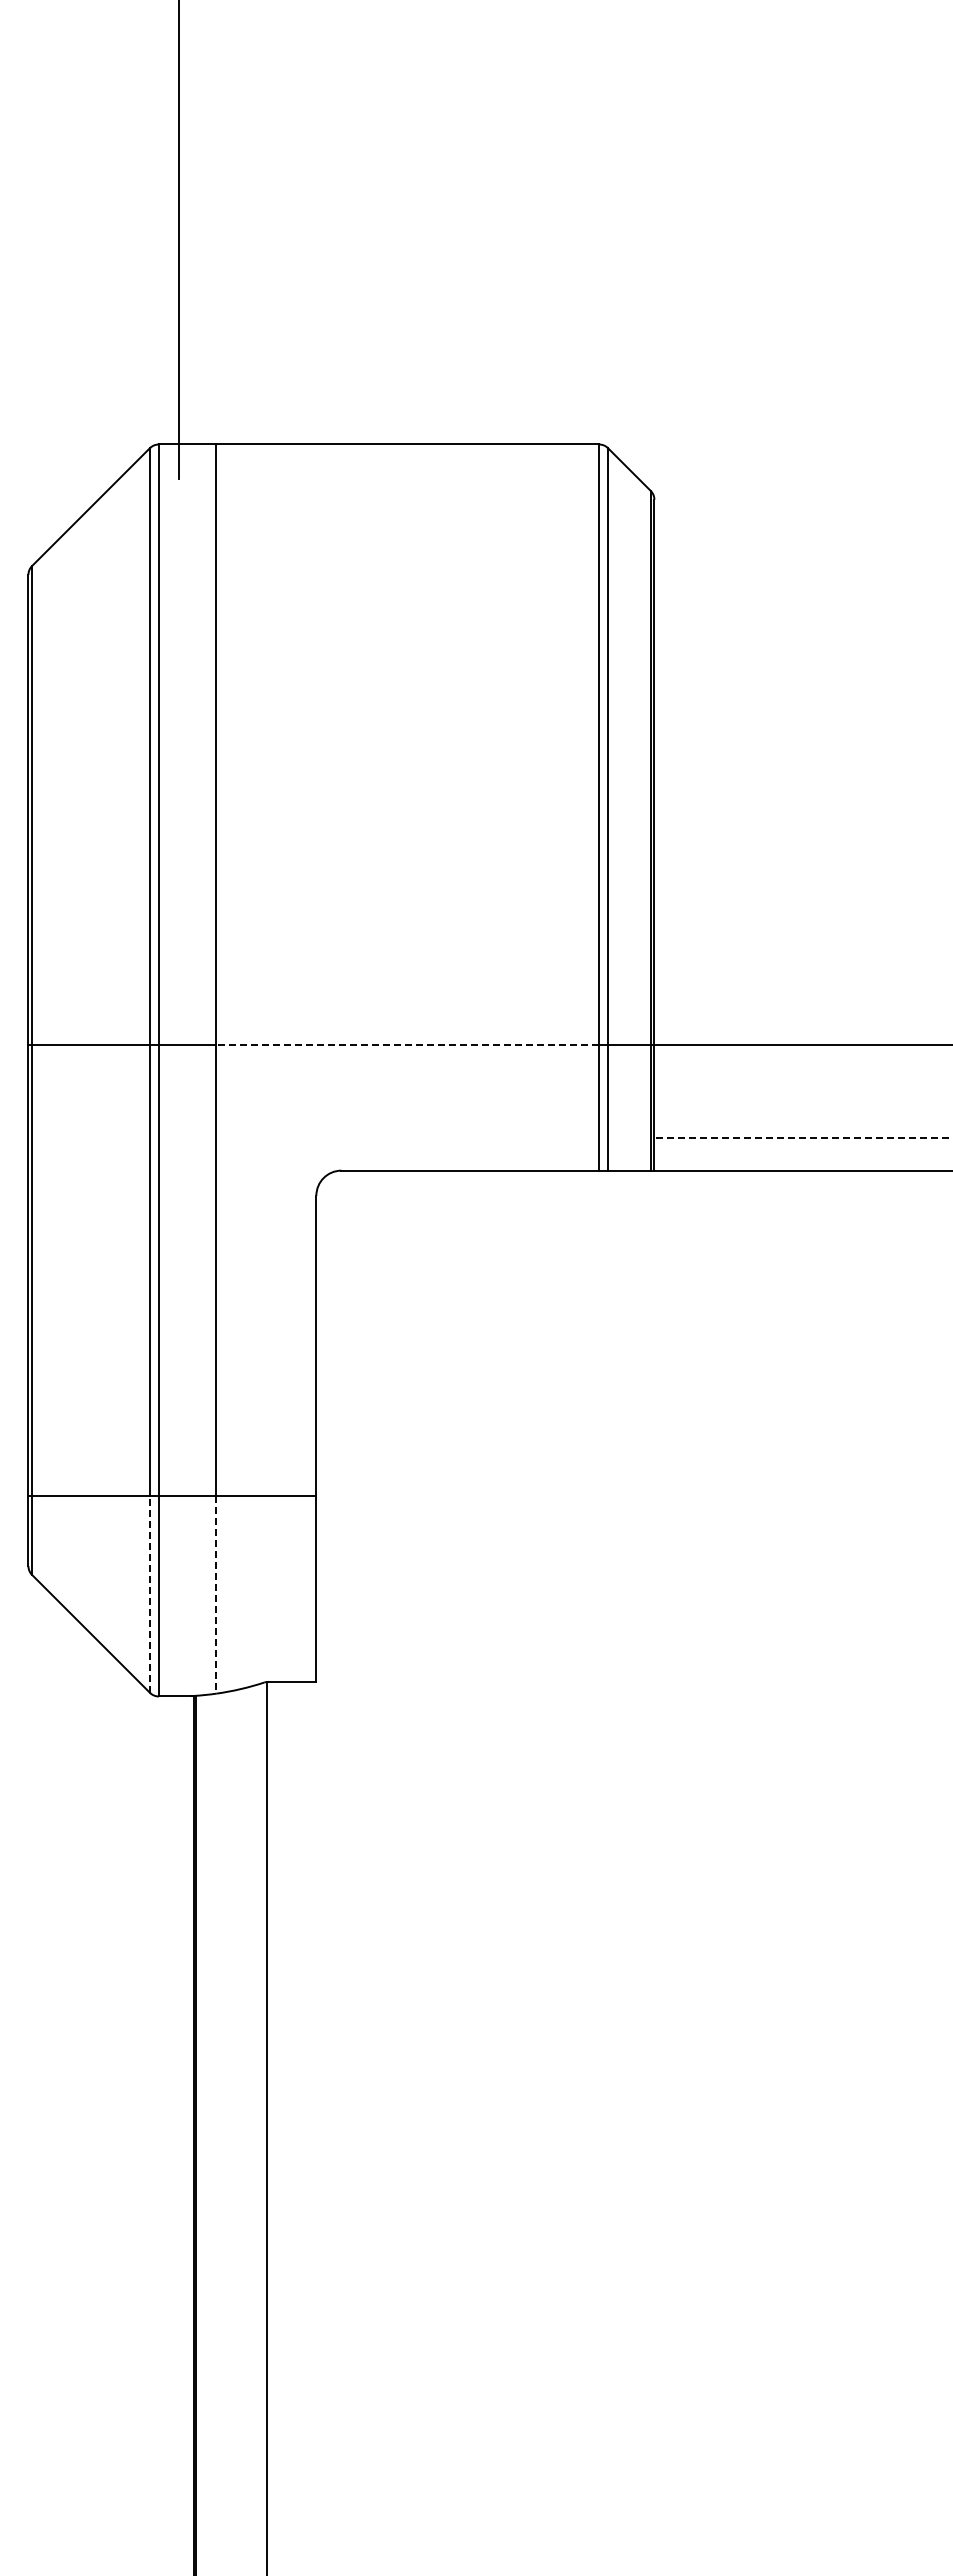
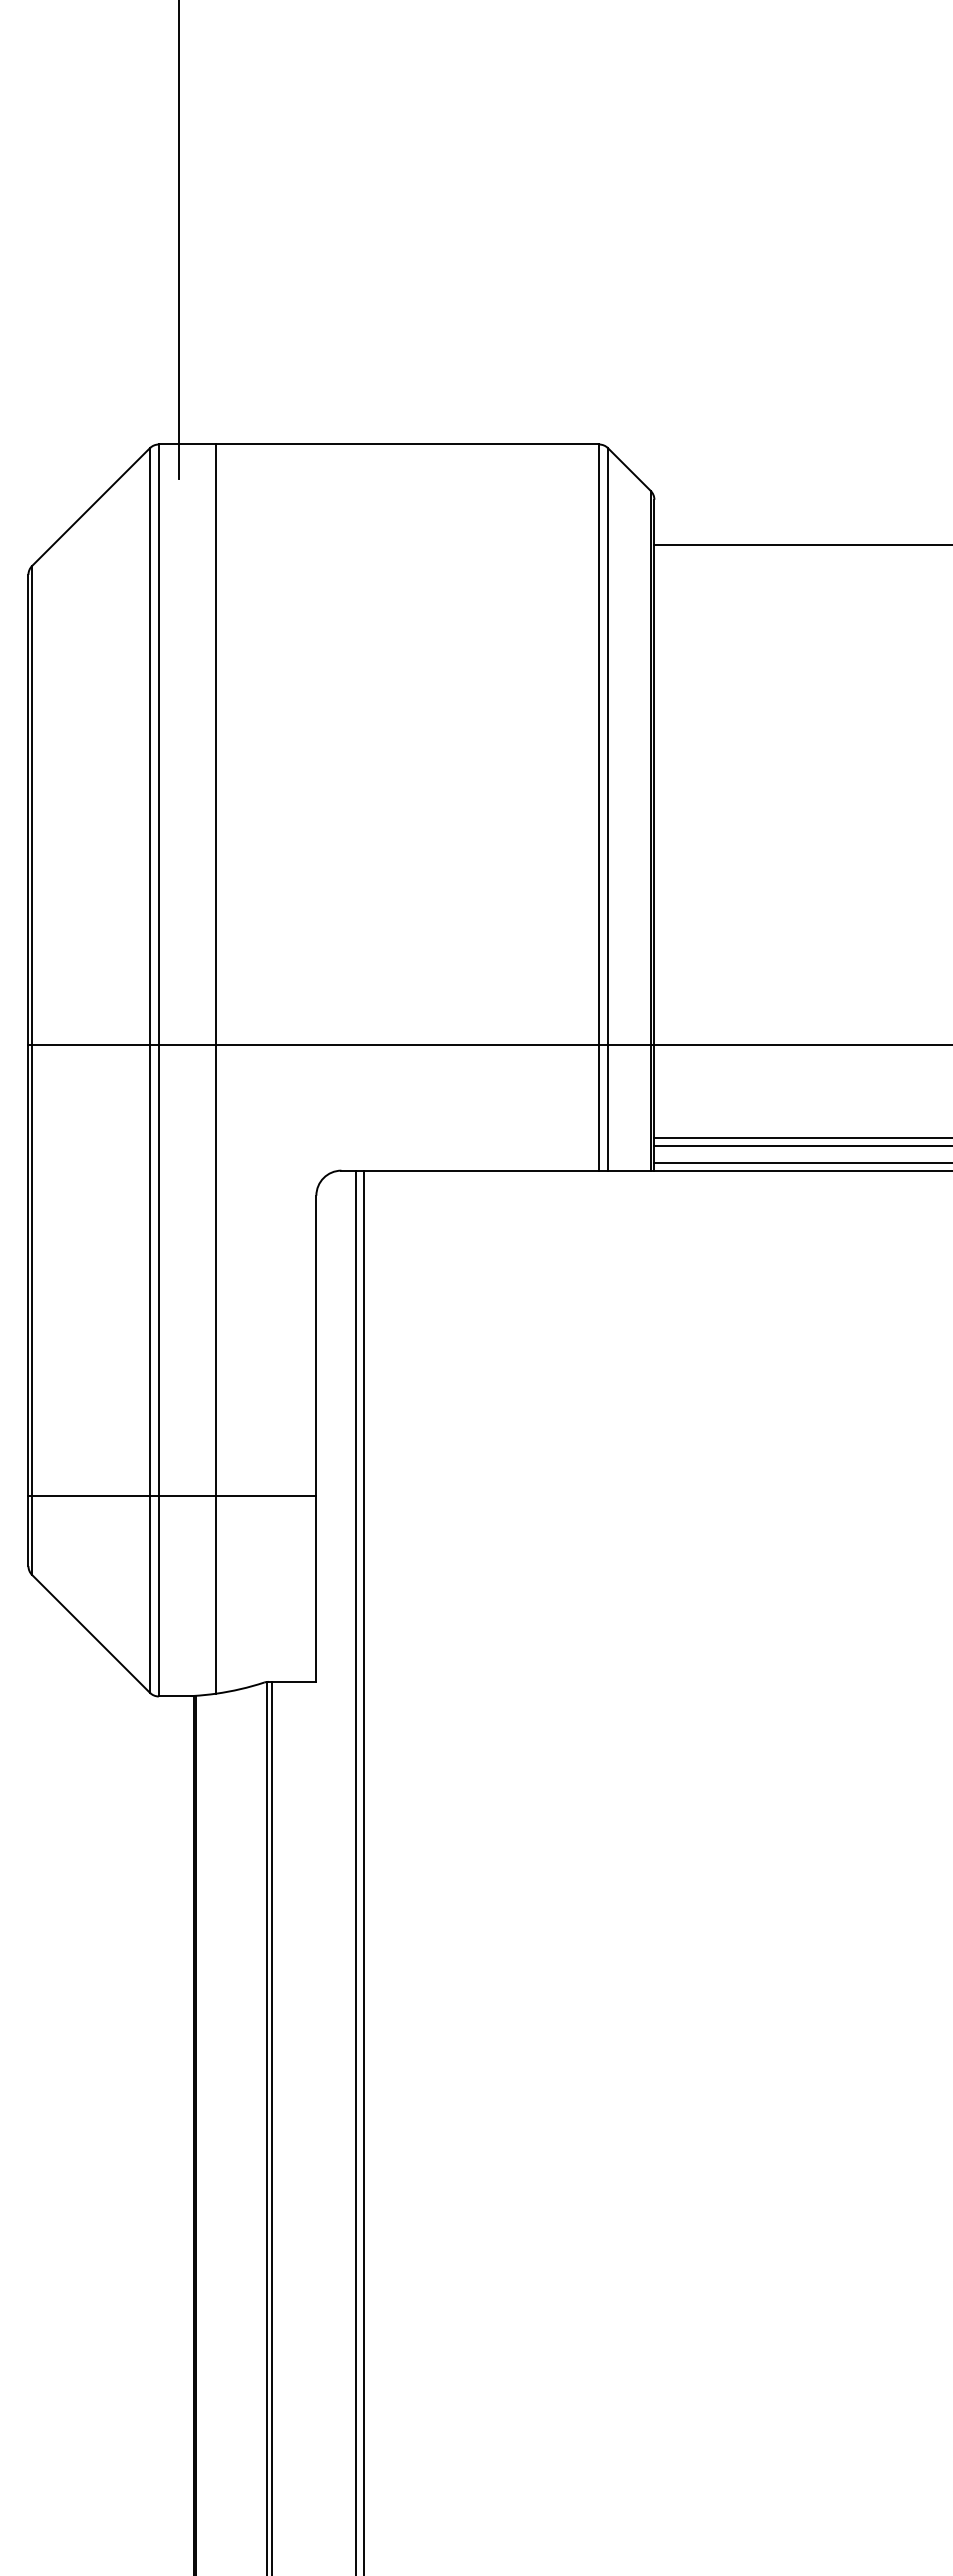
line at (801, 544): none -> present
line at (407, 1045): dashed -> solid
line at (803, 1138): dashed -> solid
line at (801, 1145): none -> present
line at (801, 1163): none -> present
line at (149, 1594): dashed -> solid
line at (216, 1594): dashed -> solid
line at (356, 1871): none -> present
line at (363, 1871): none -> present
line at (271, 2126): none -> present
